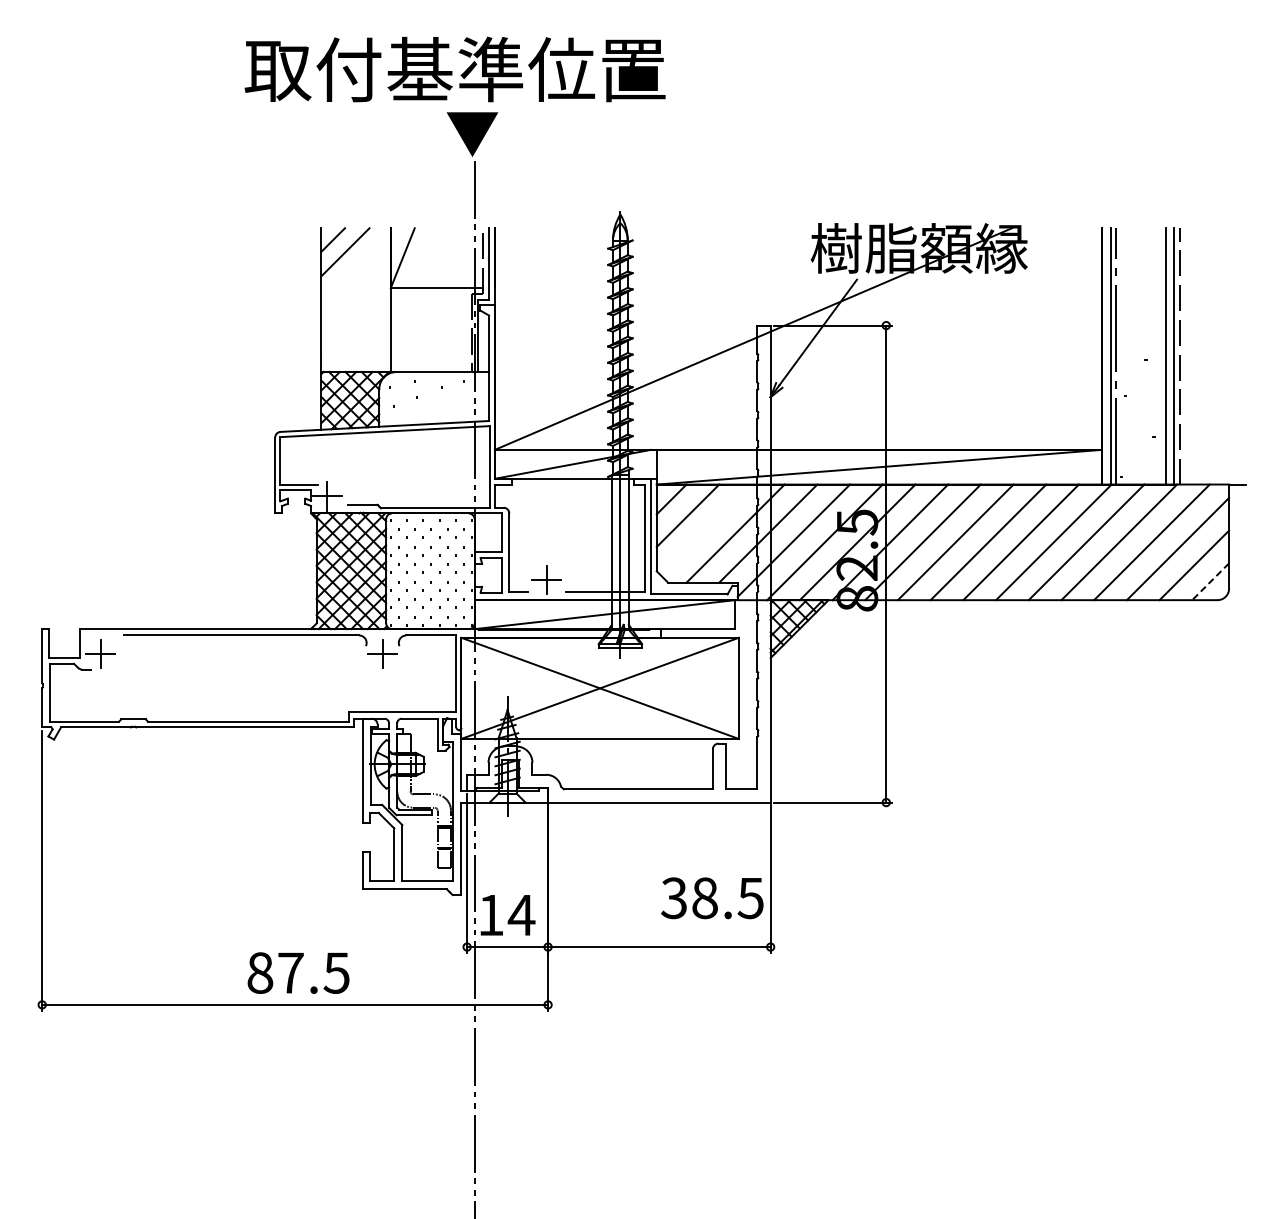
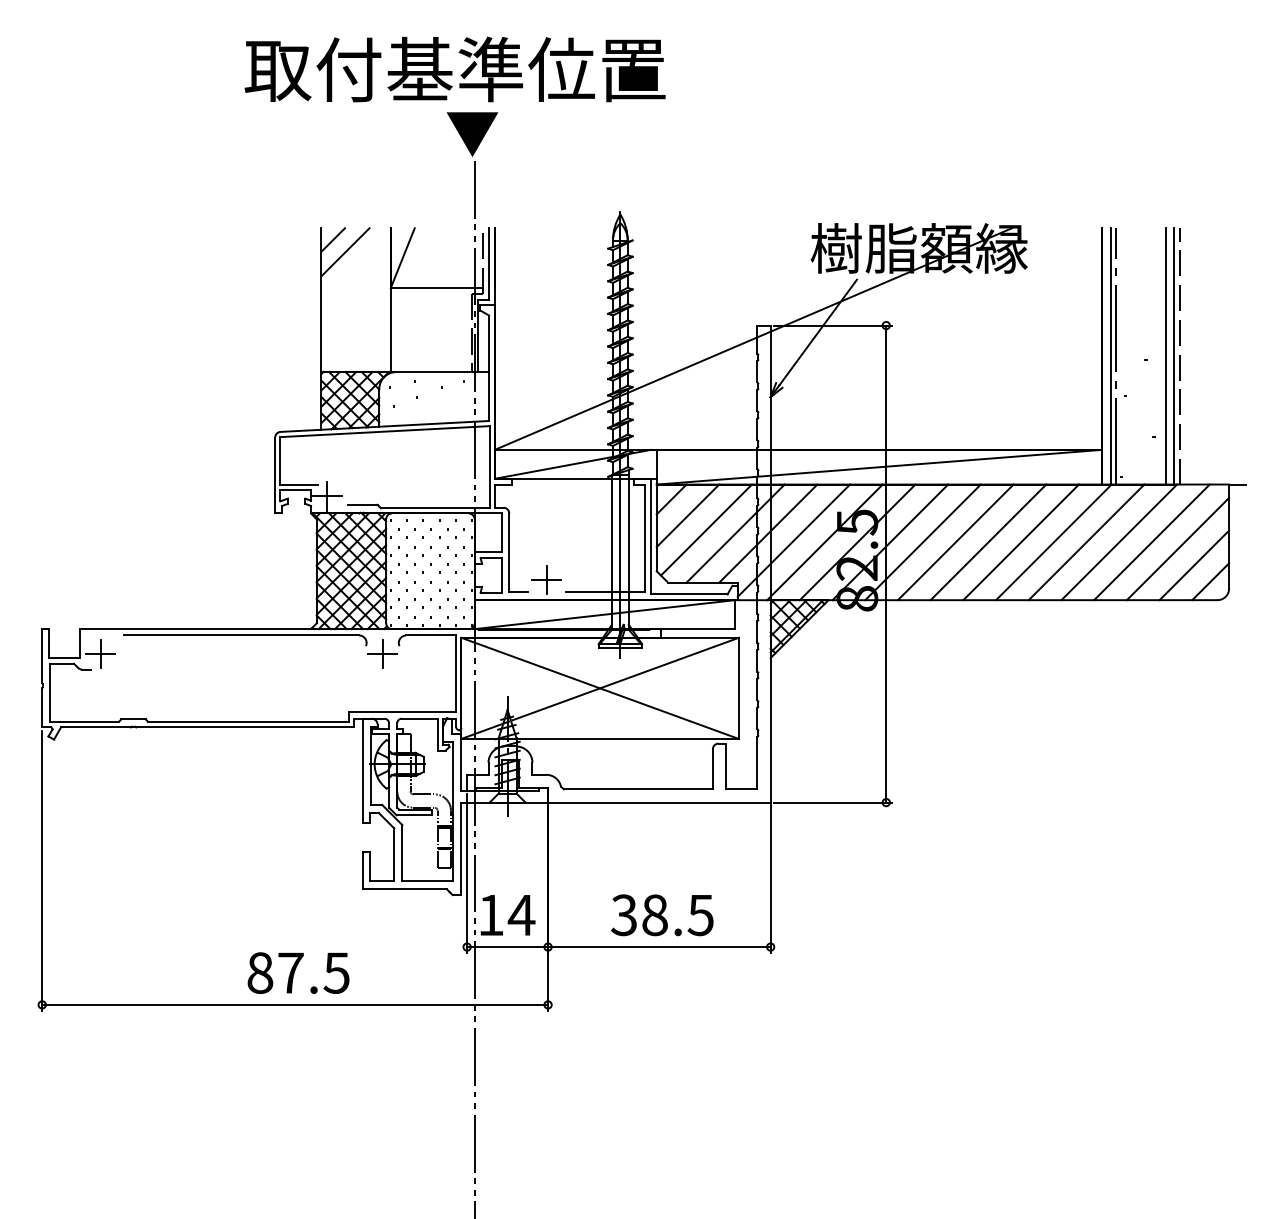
line at (706, 529): none -> present
line at (1210, 582): dashed -> solid
text at (712, 898) position: (712, 898) -> (662, 915)
